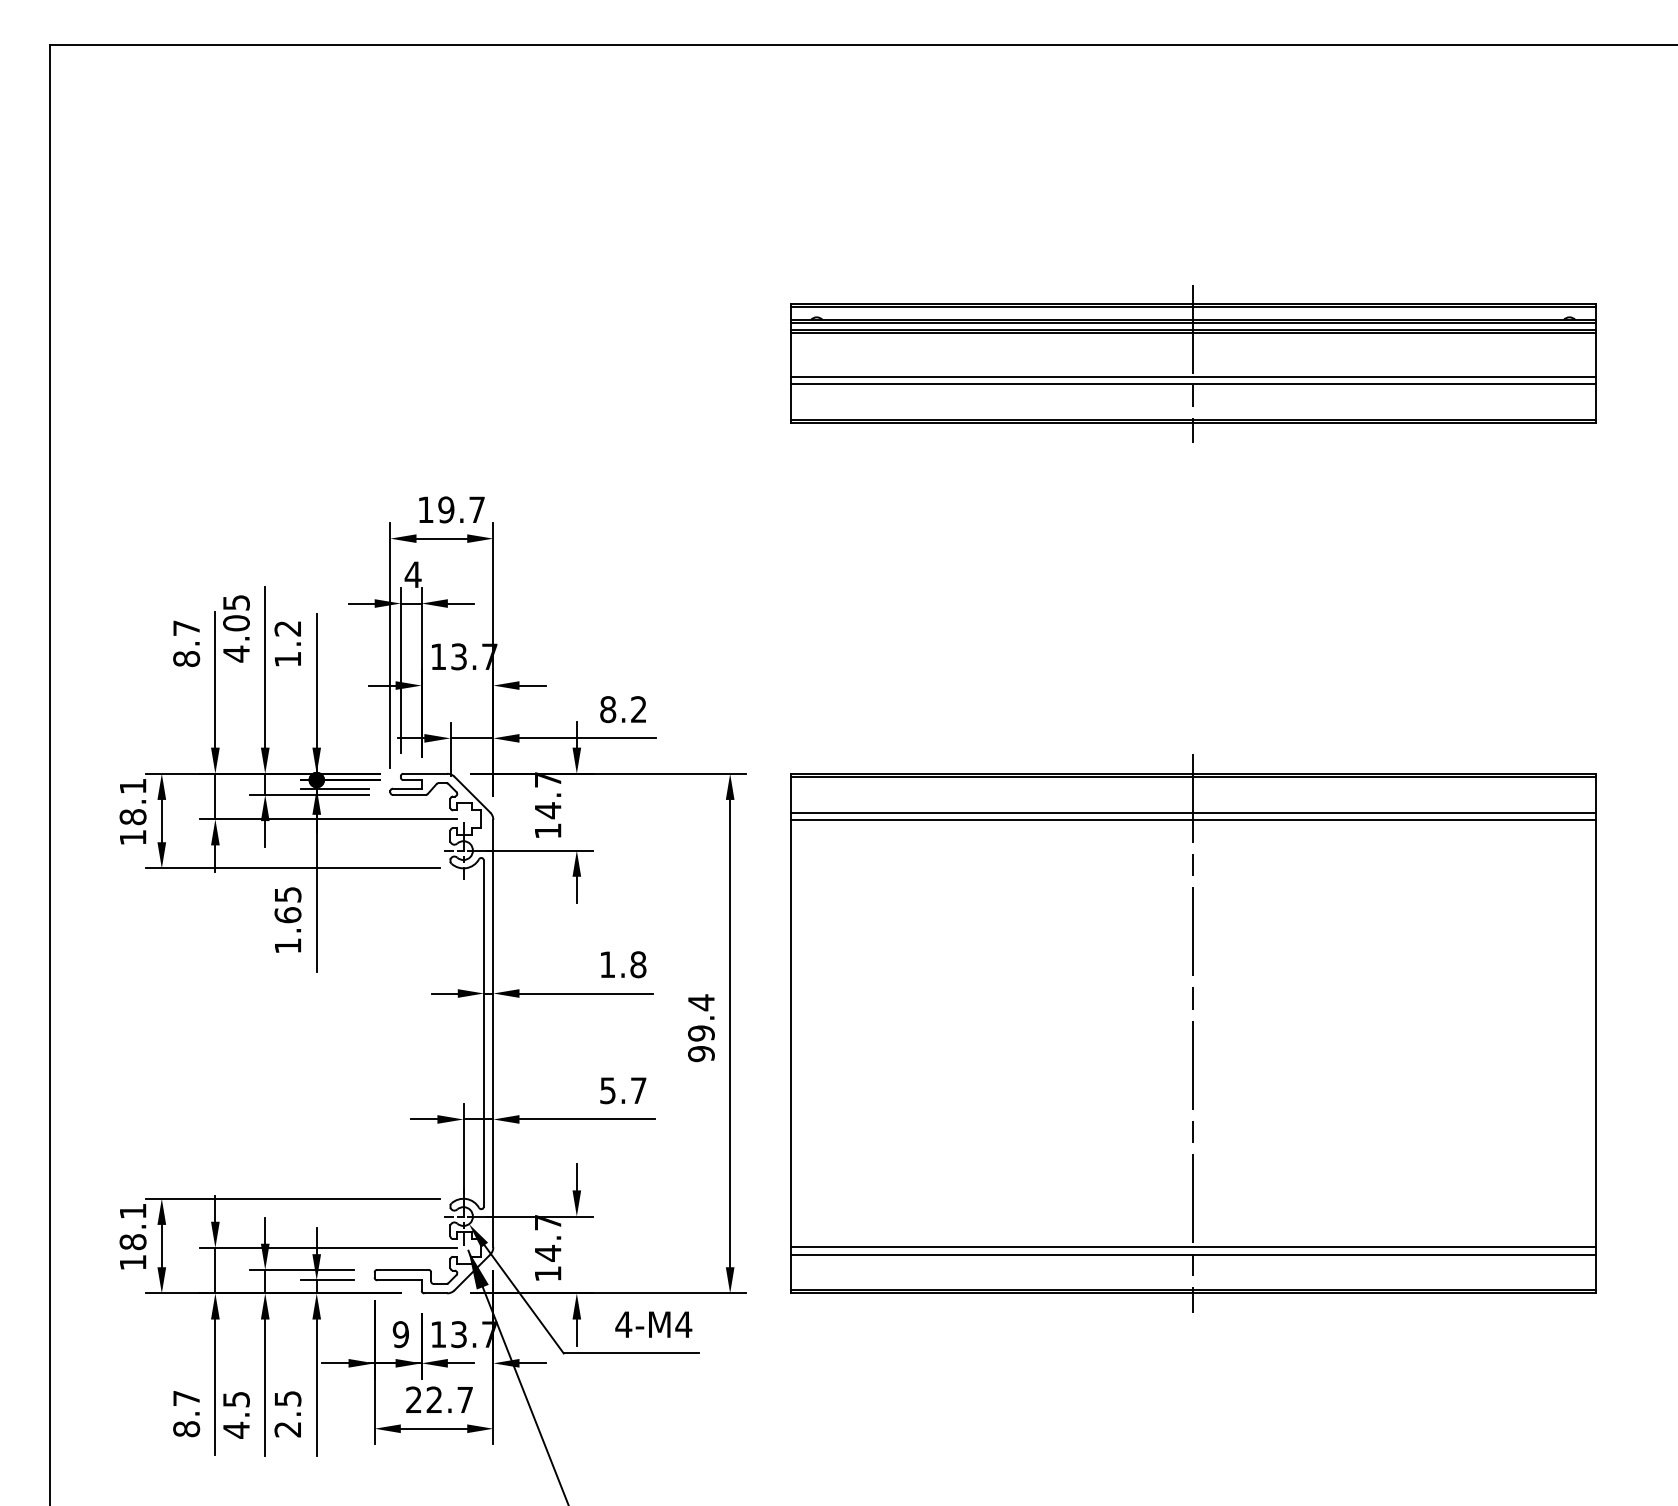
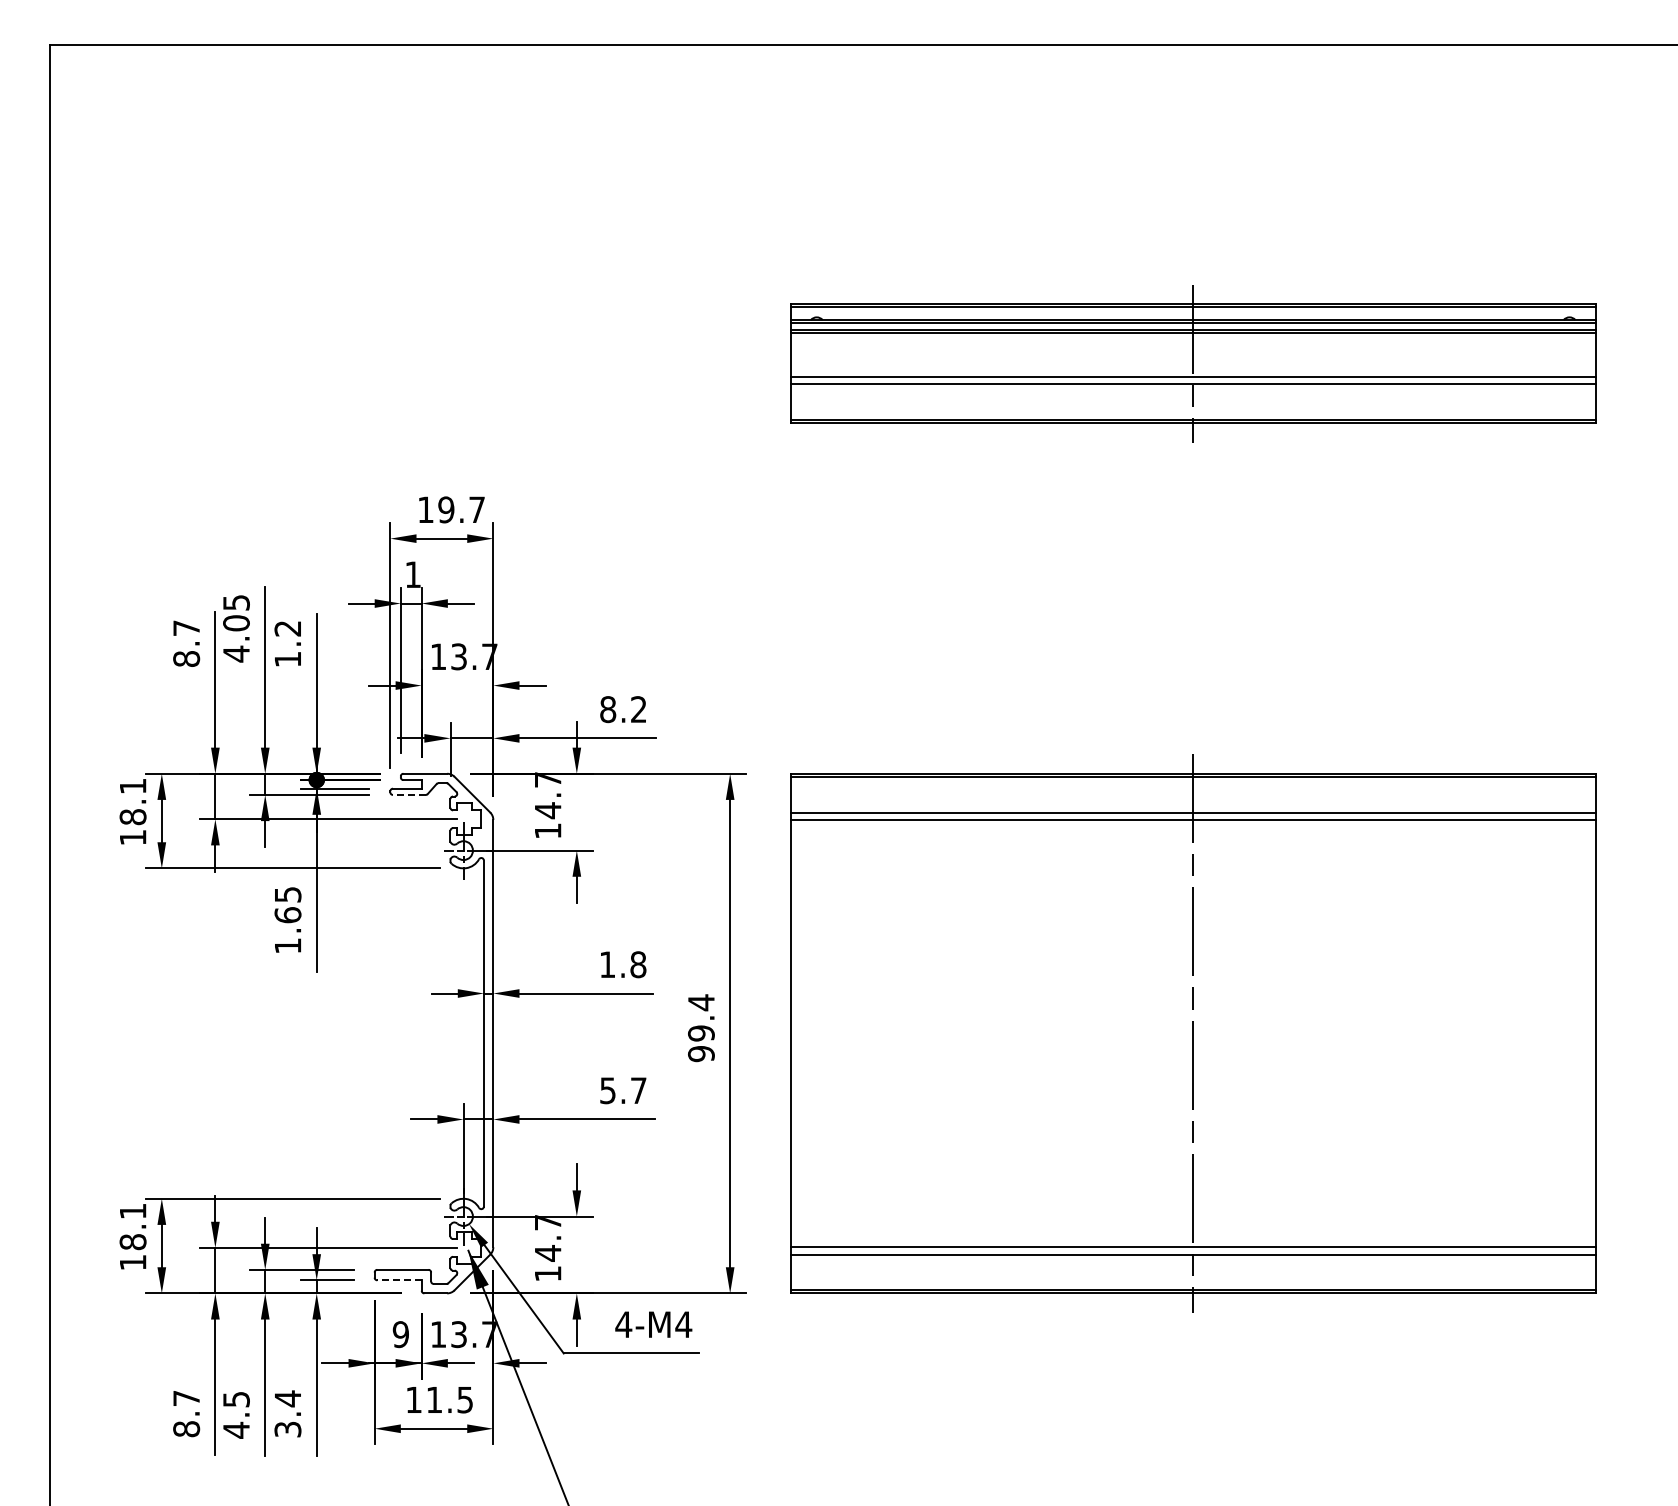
text at (412, 574): 4 -> 1
line at (408, 794): solid -> dashed
line at (399, 1280): solid -> dashed
text at (439, 1399): 22.7 -> 11.5
text at (287, 1413): 2.5 -> 3.4
